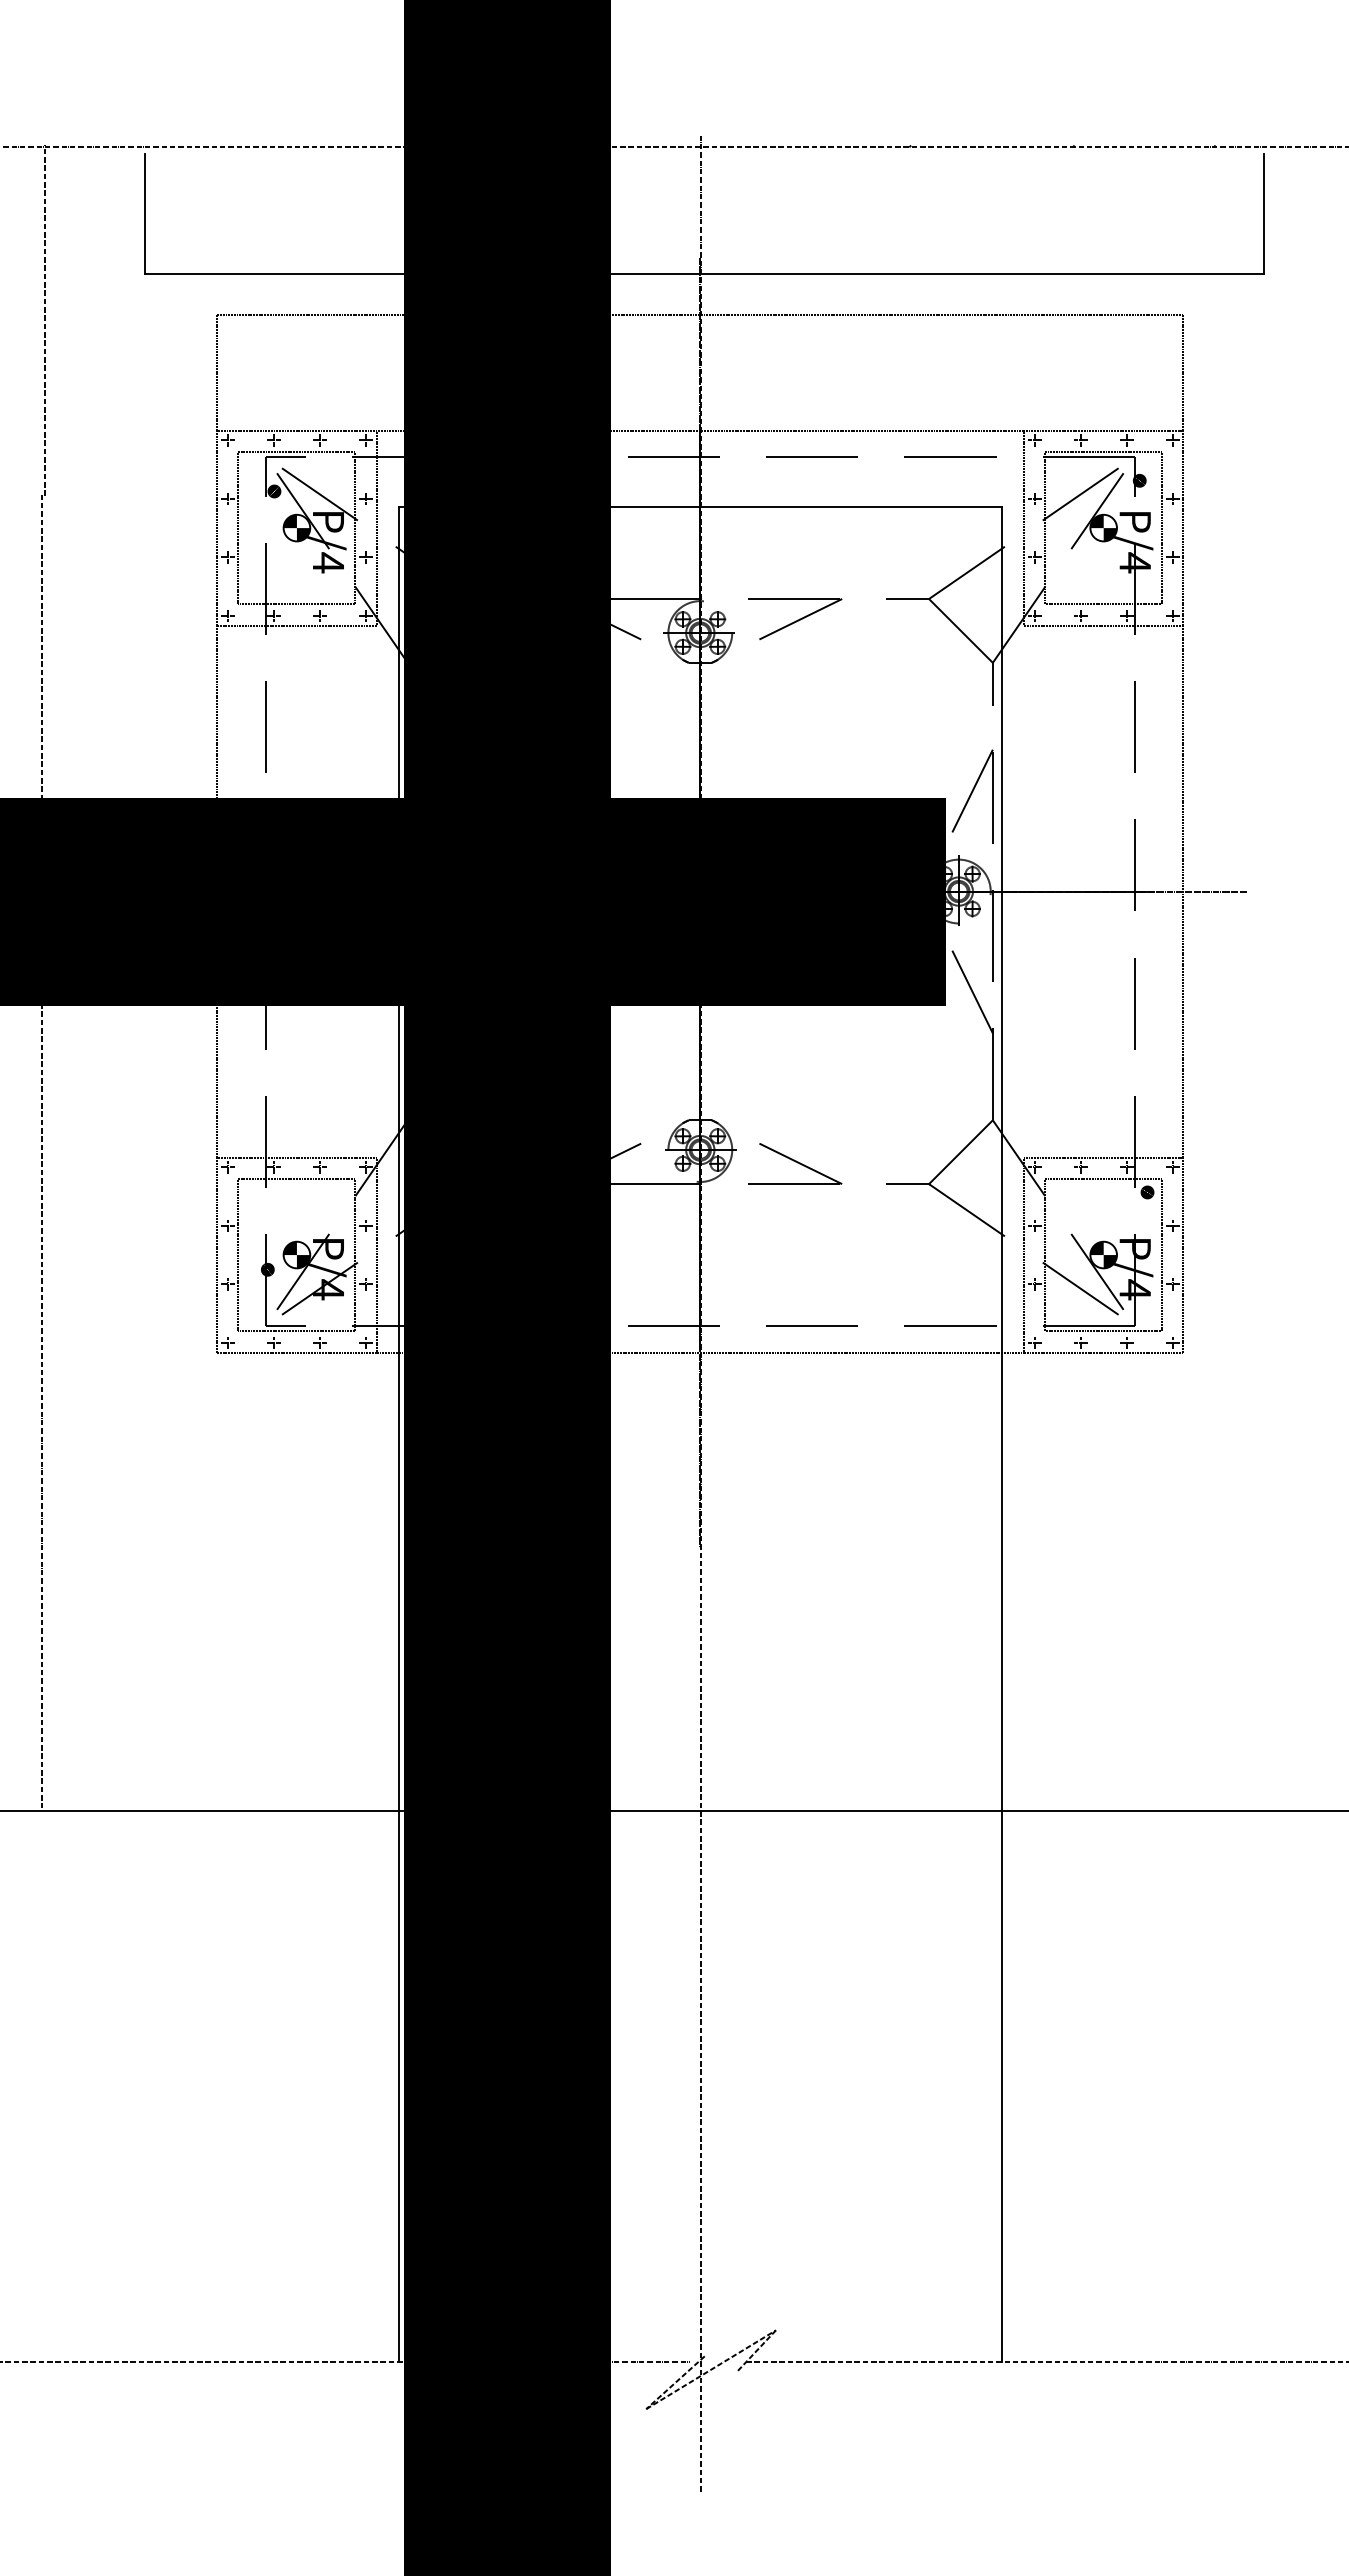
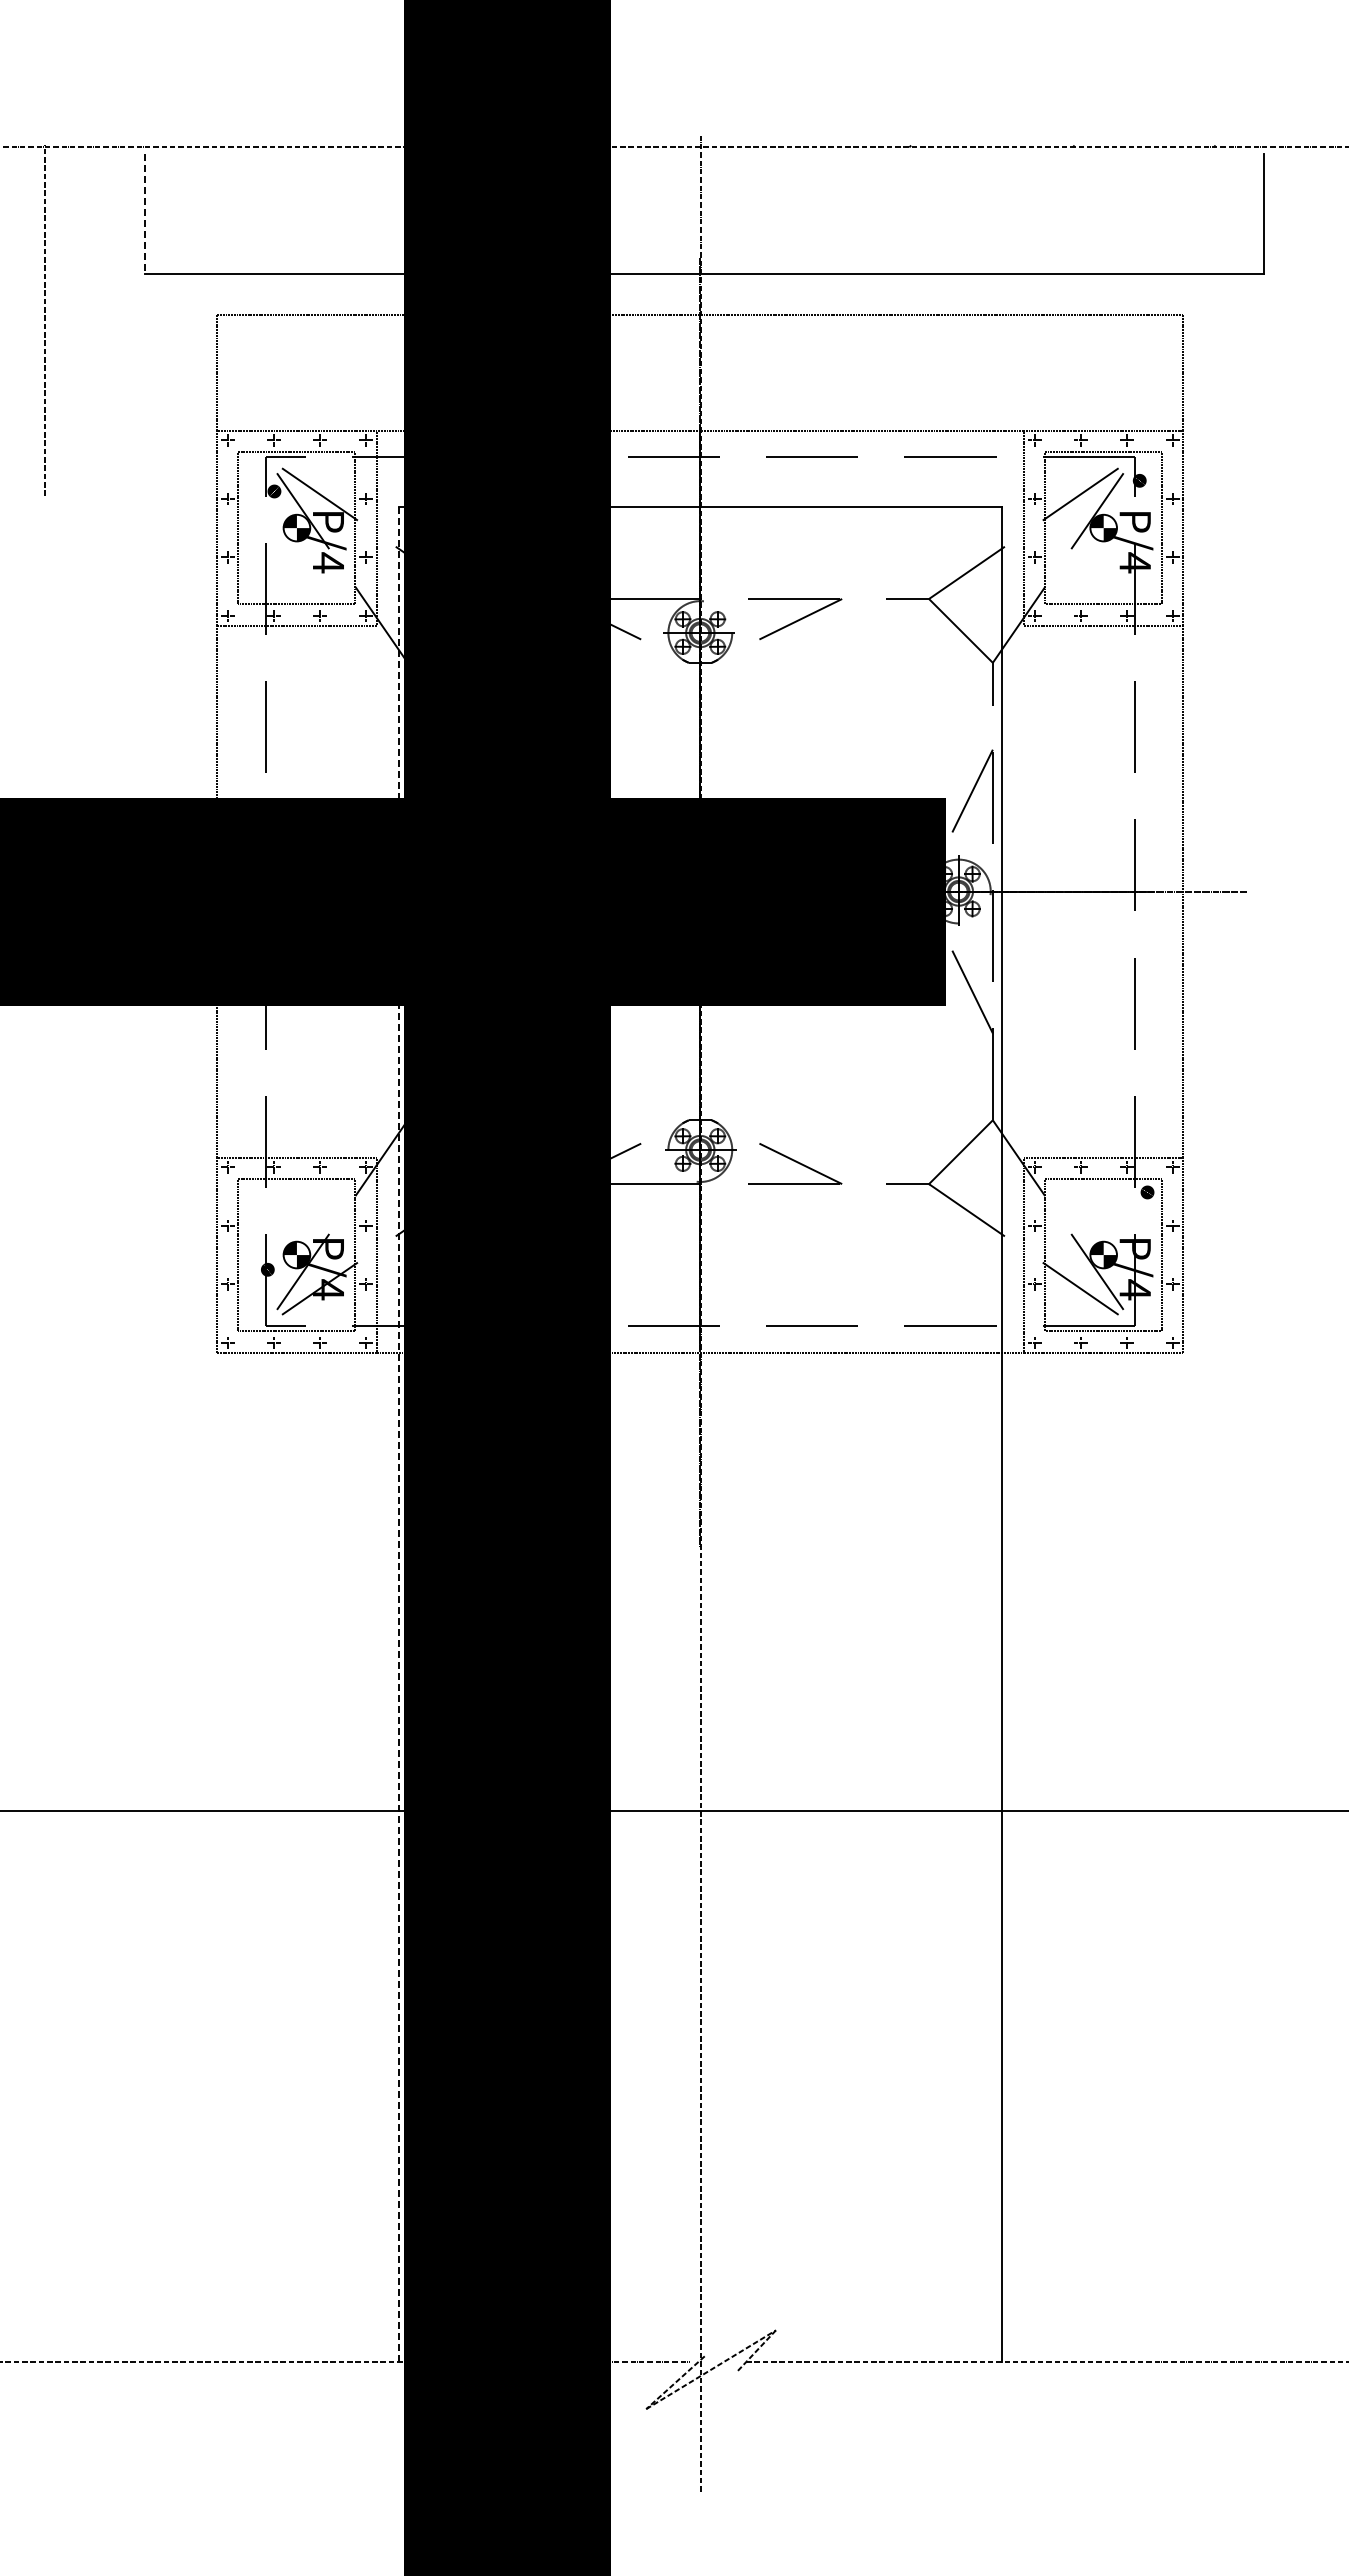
line at (145, 214): solid -> dashed
line at (41, 1150): present -> none
line at (398, 1434): solid -> dashed
